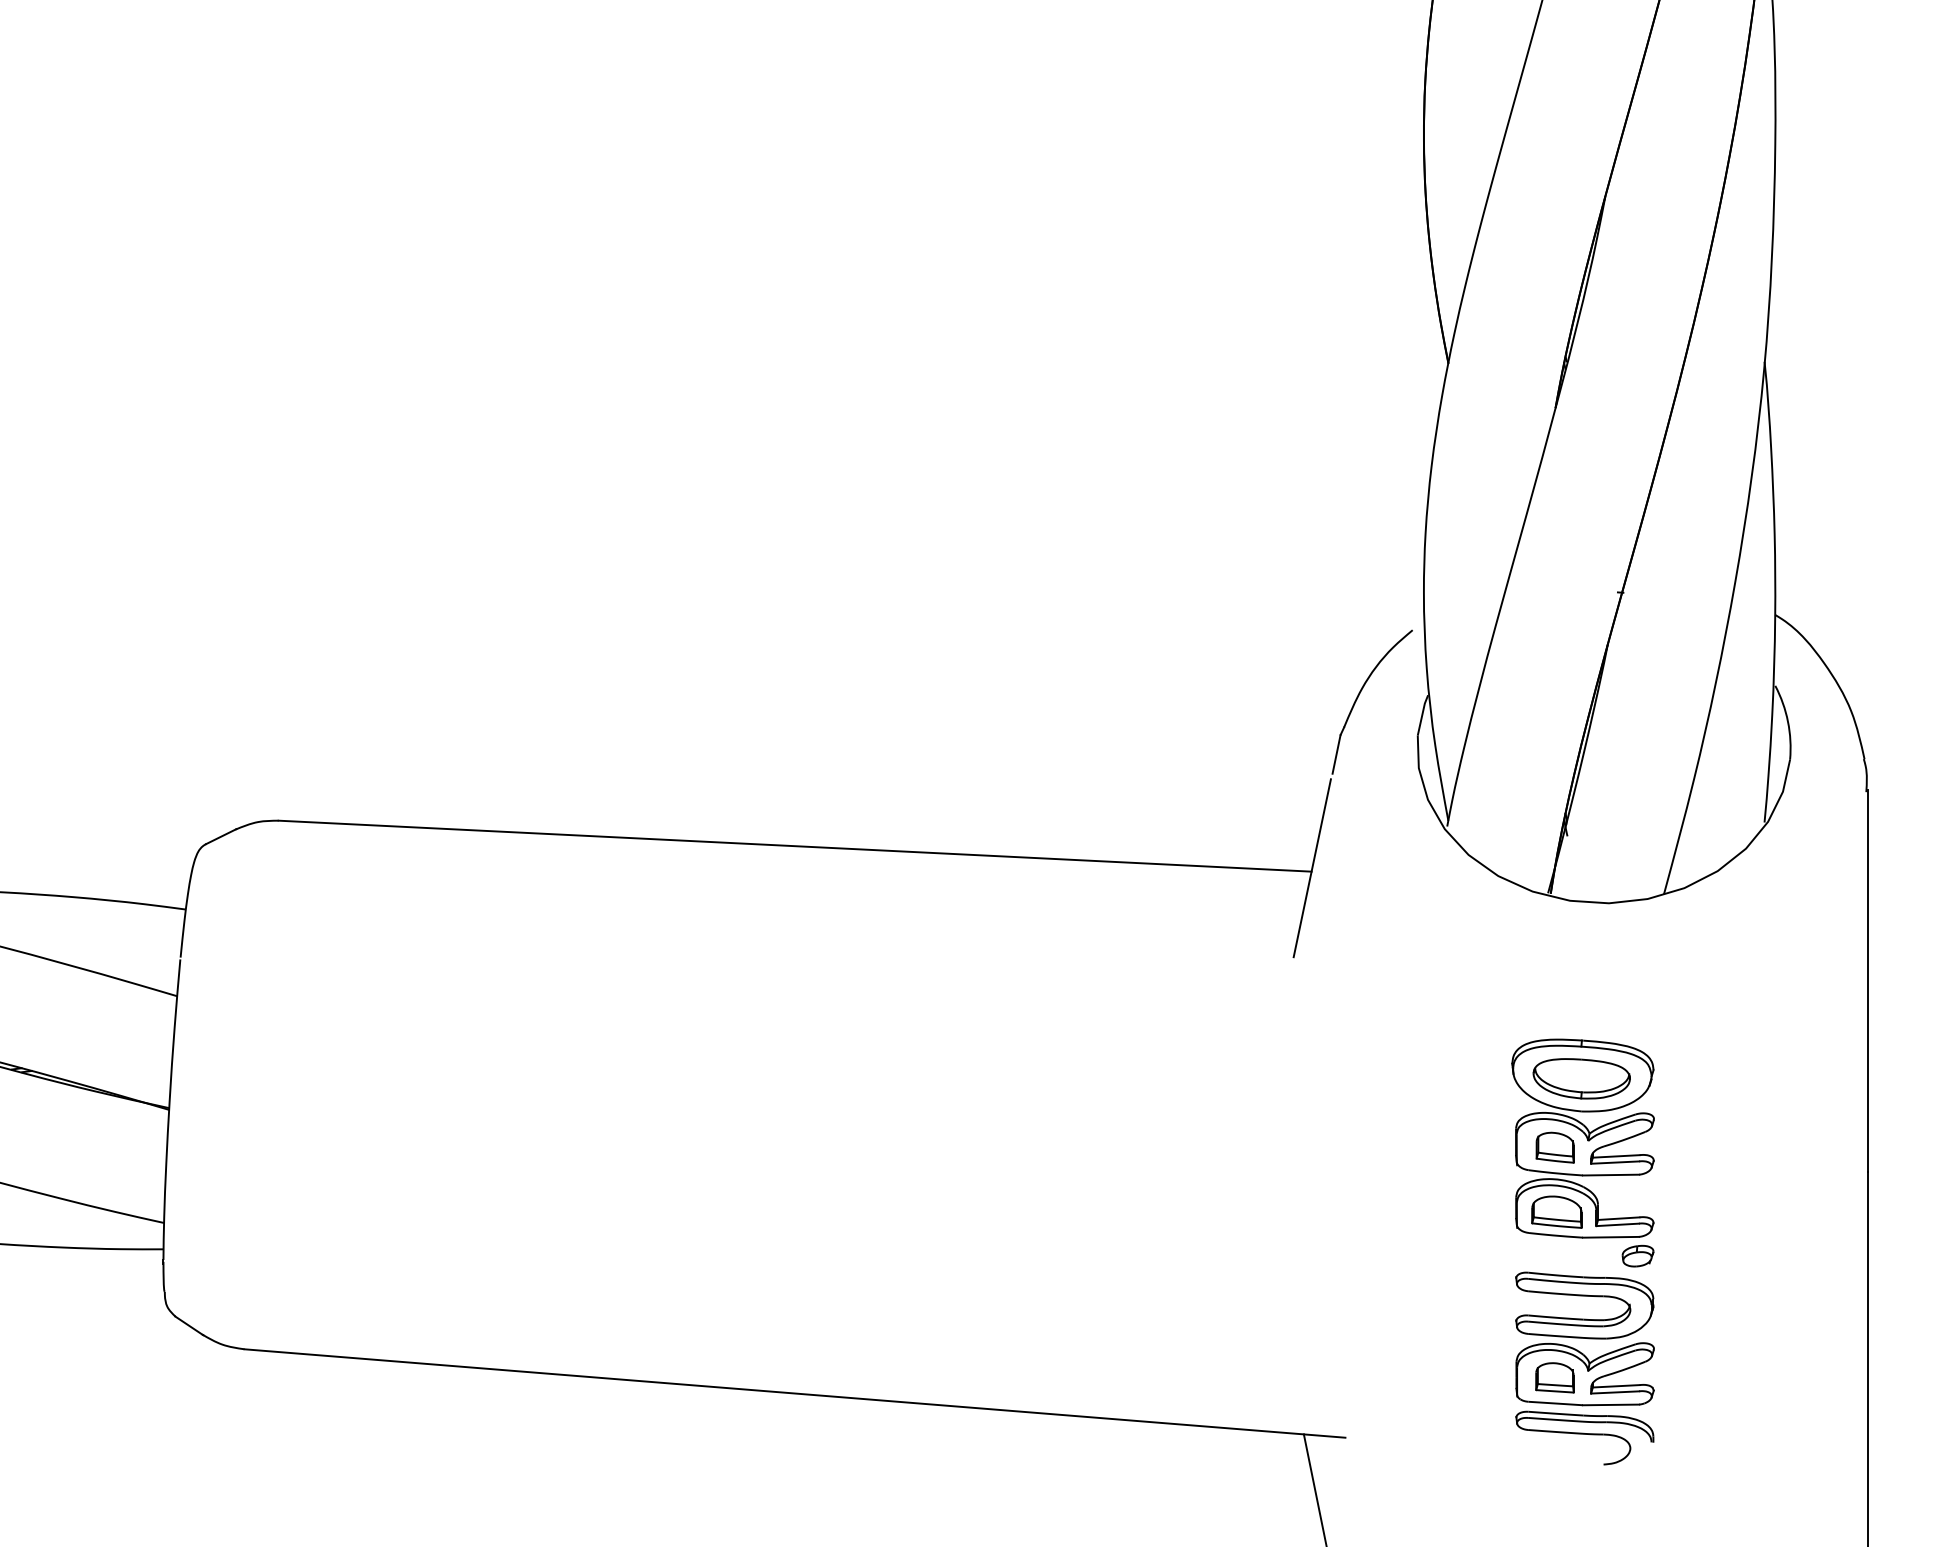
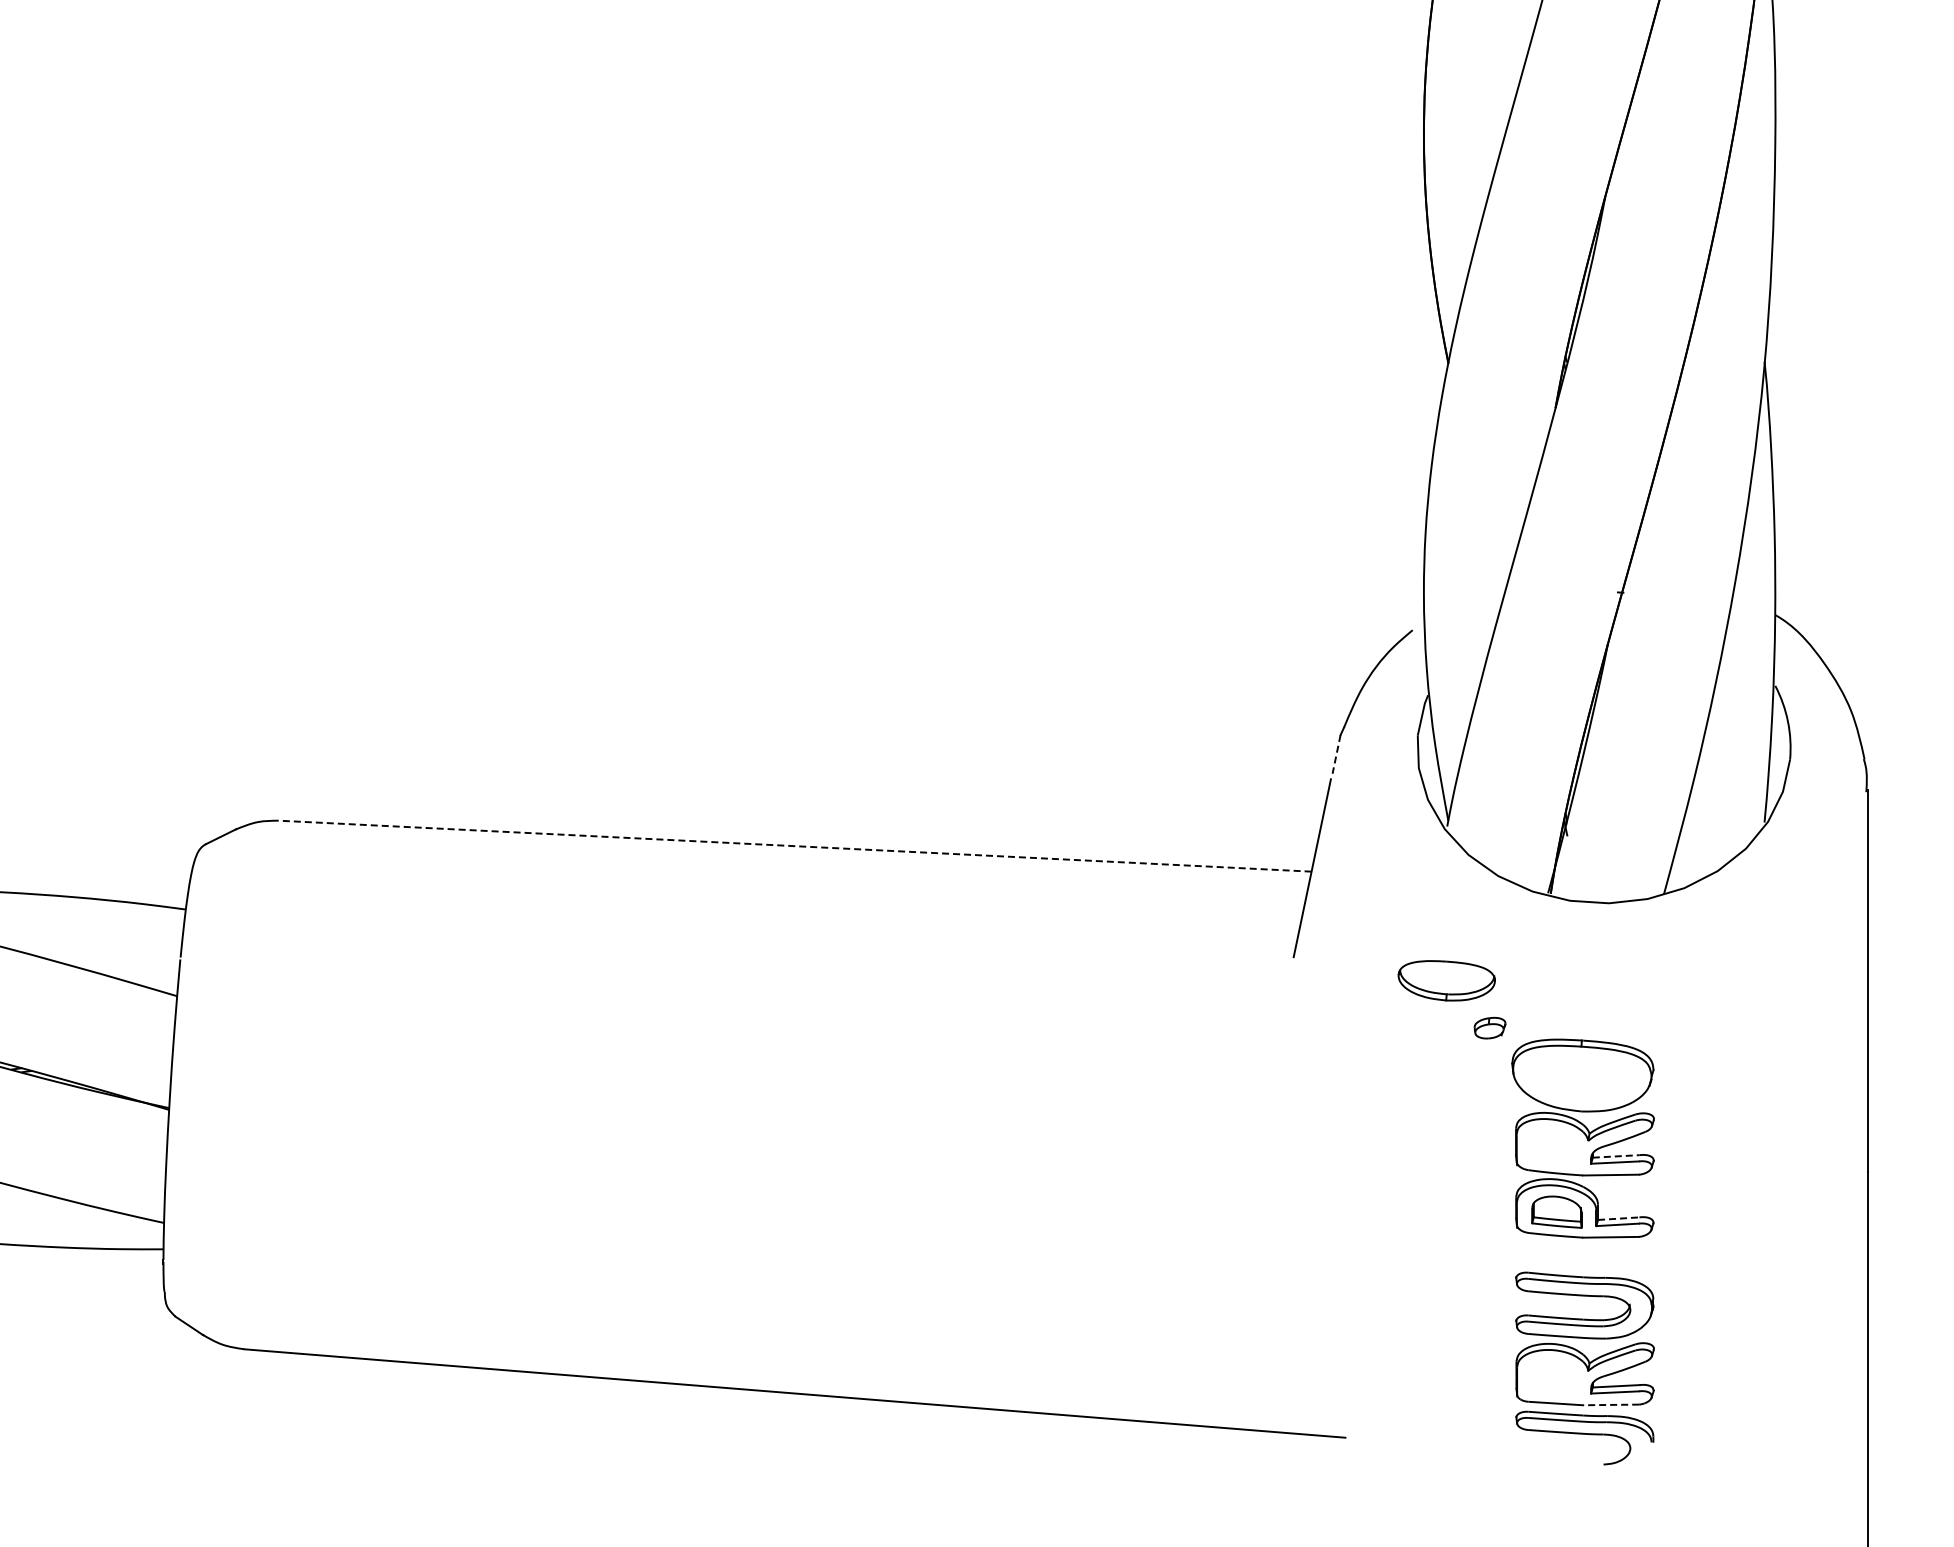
line at (1336, 754): solid -> dashed
line at (794, 846): solid -> dashed
part at (1581, 1078) position: (1581, 1078) -> (1446, 980)
part at (1554, 1147): present -> none
line at (1616, 1156): solid -> dashed
line at (1618, 1218): solid -> dashed
part at (1637, 1256) position: (1637, 1256) -> (1489, 1028)
part at (1554, 1377): present -> none
line at (1610, 1404): solid -> dashed
line at (1314, 1488): present -> none
